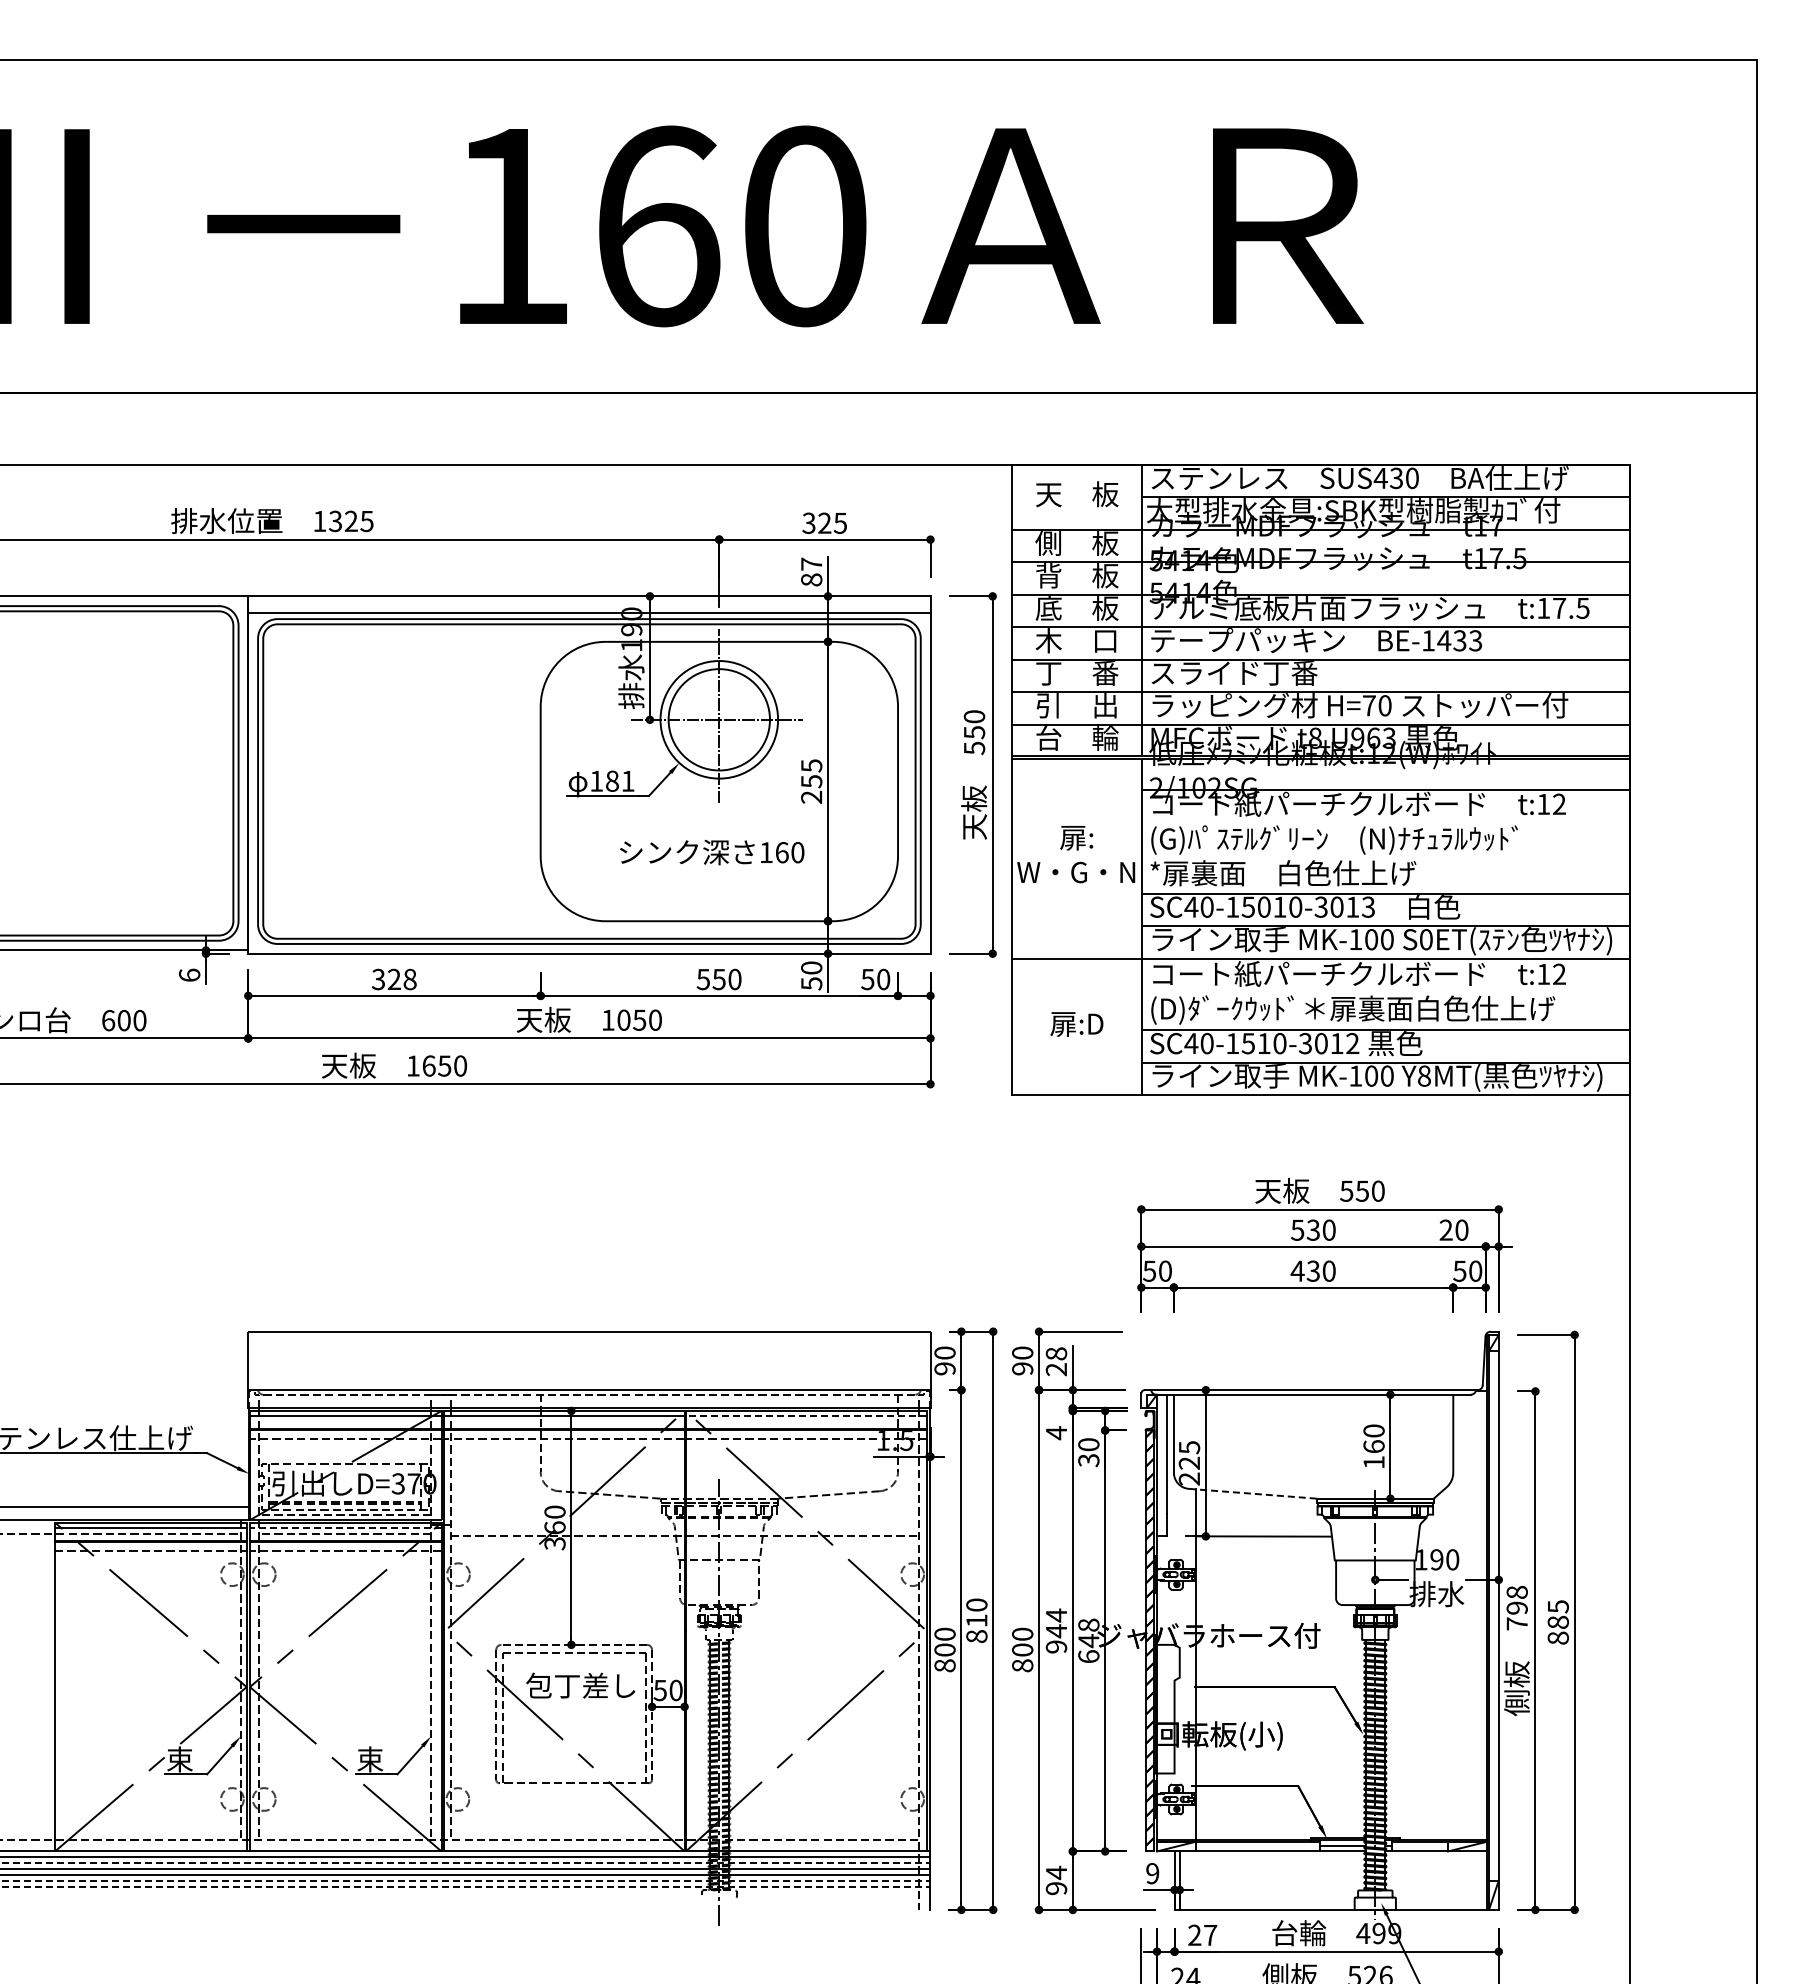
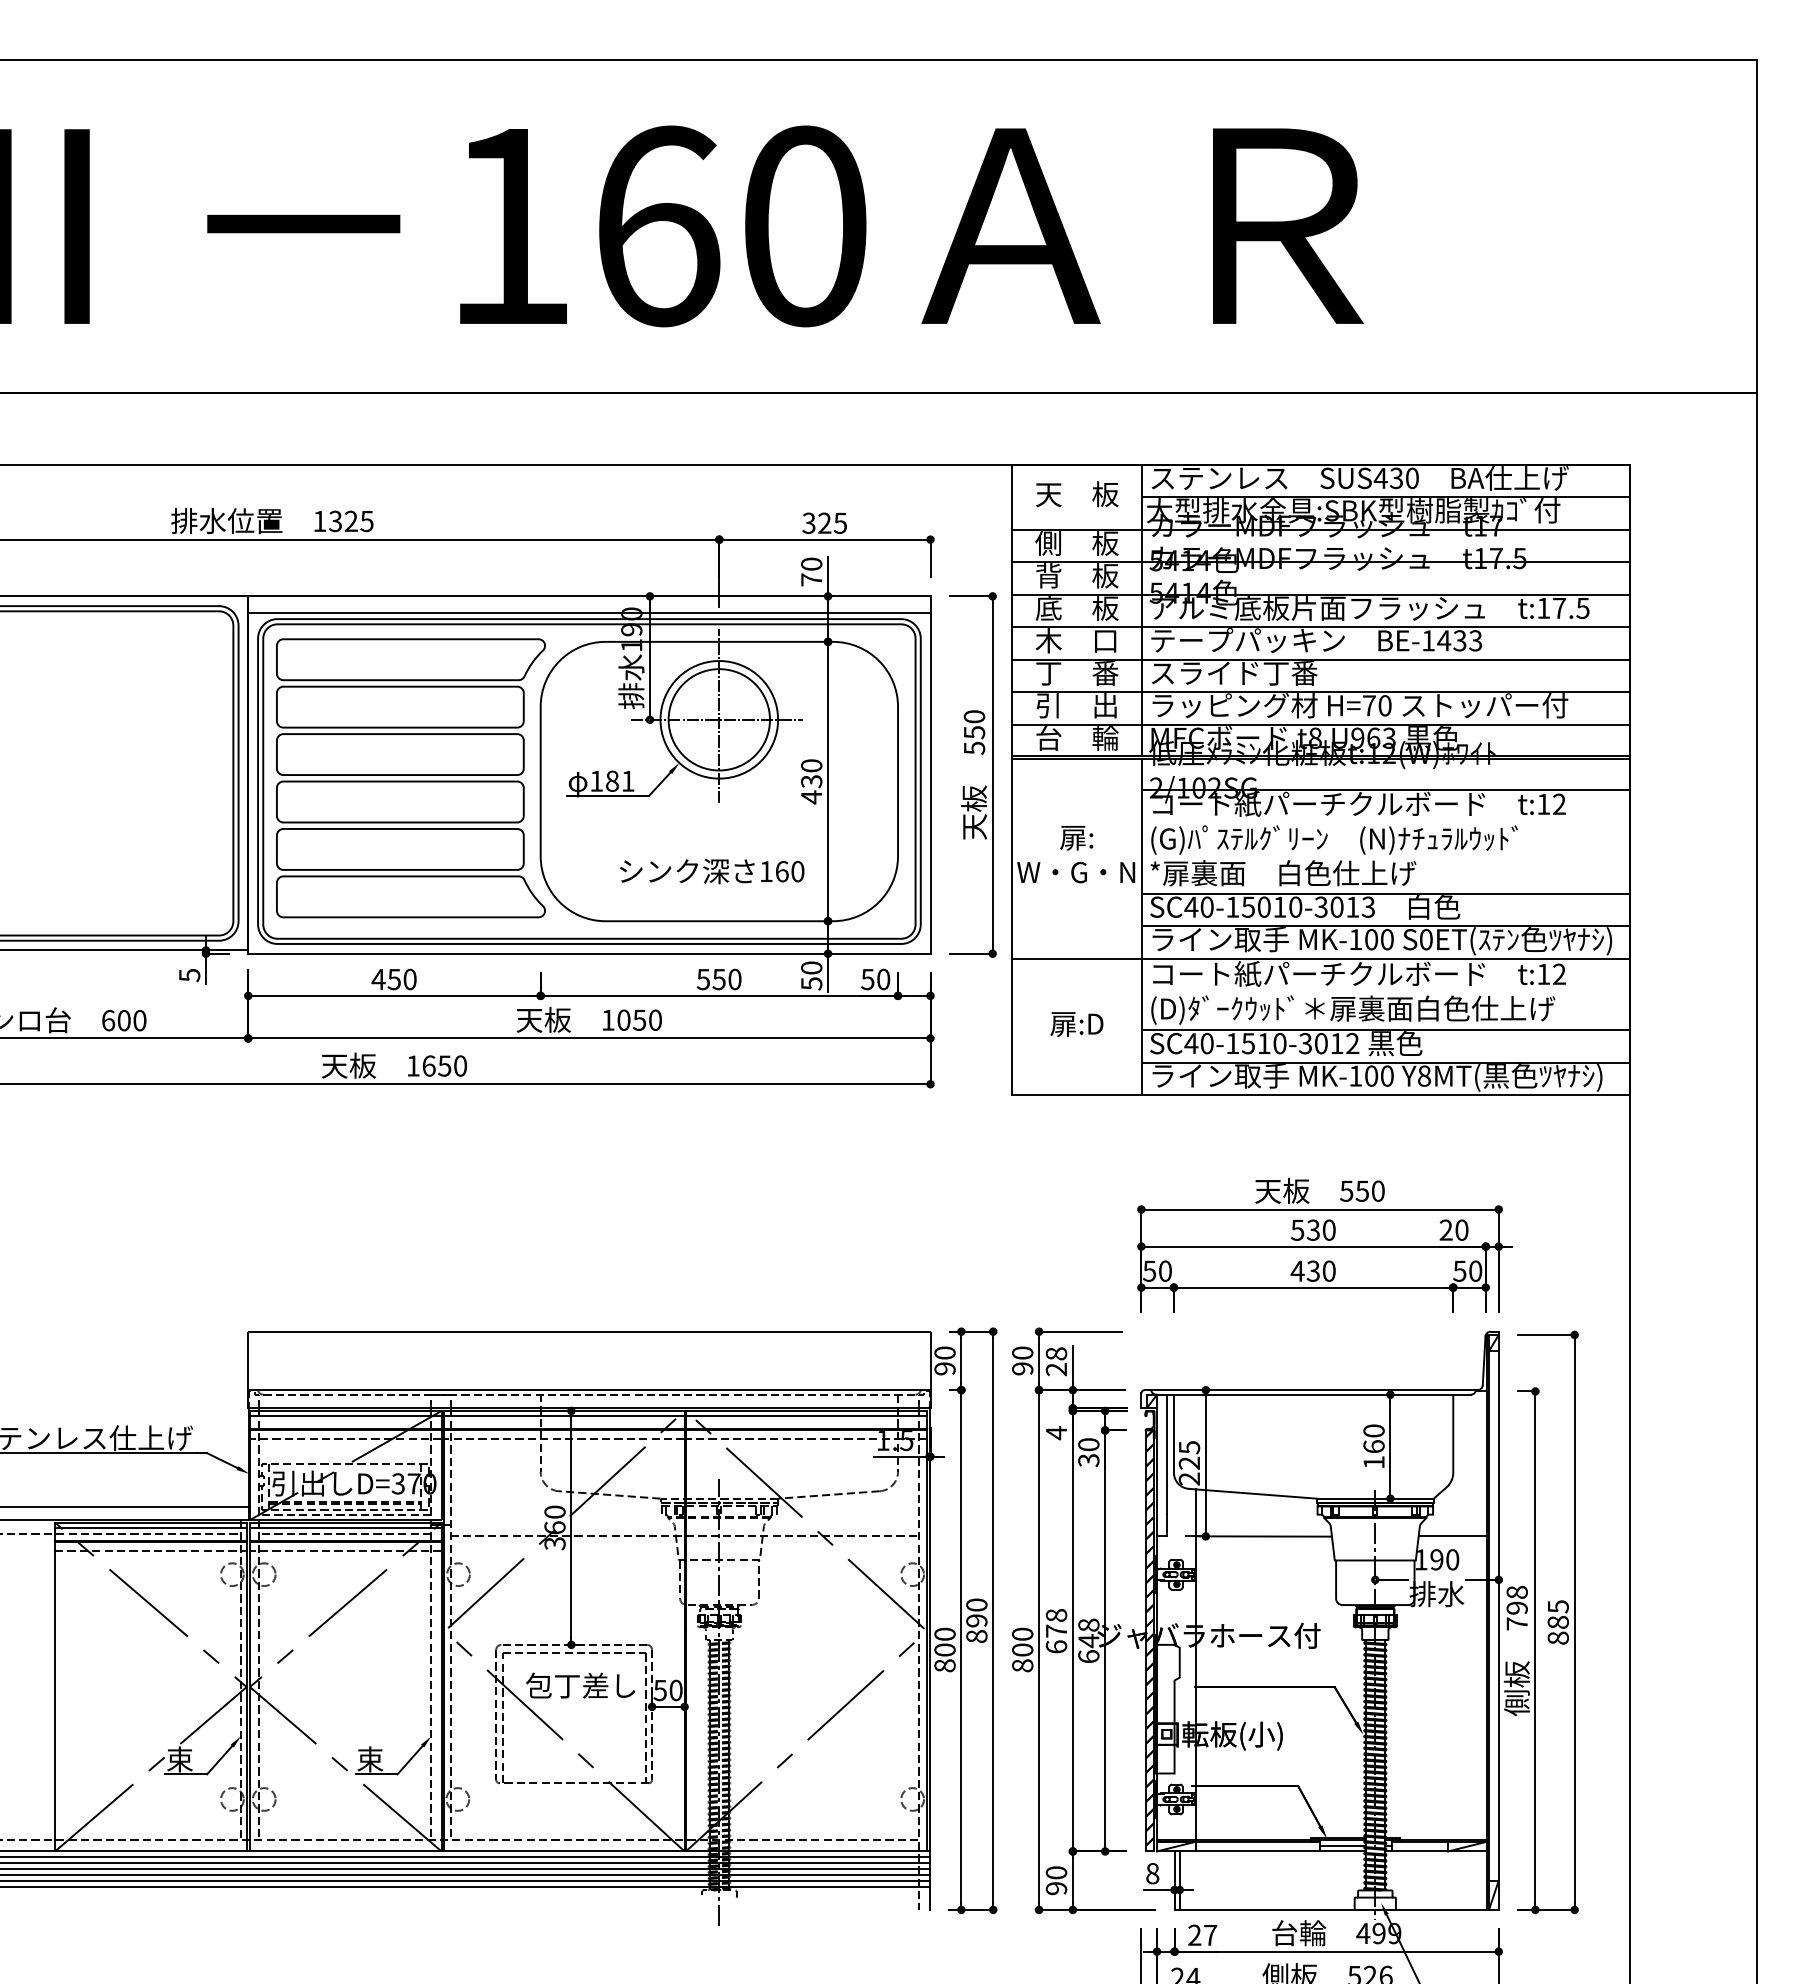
text at (811, 571): 87 -> 70
part at (410, 778): none -> present
text at (811, 781): 255 -> 430
text at (712, 852) position: (712, 852) -> (712, 871)
text at (189, 975): 6 -> 5
text at (393, 979): 328 -> 450
line at (806, 1416): dashed -> solid
line at (1253, 1493): dashed -> solid
line at (345, 1527): dashed -> solid
line at (1452, 1536): none -> present
text at (976, 1620): 810 -> 890
text at (1056, 1630): 944 -> 678
line at (464, 1863): dashed -> solid
text at (1056, 1872): 94 -> 90
text at (1152, 1873): 9 -> 8
line at (464, 1880): dashed -> solid
line at (464, 1886): dashed -> solid
